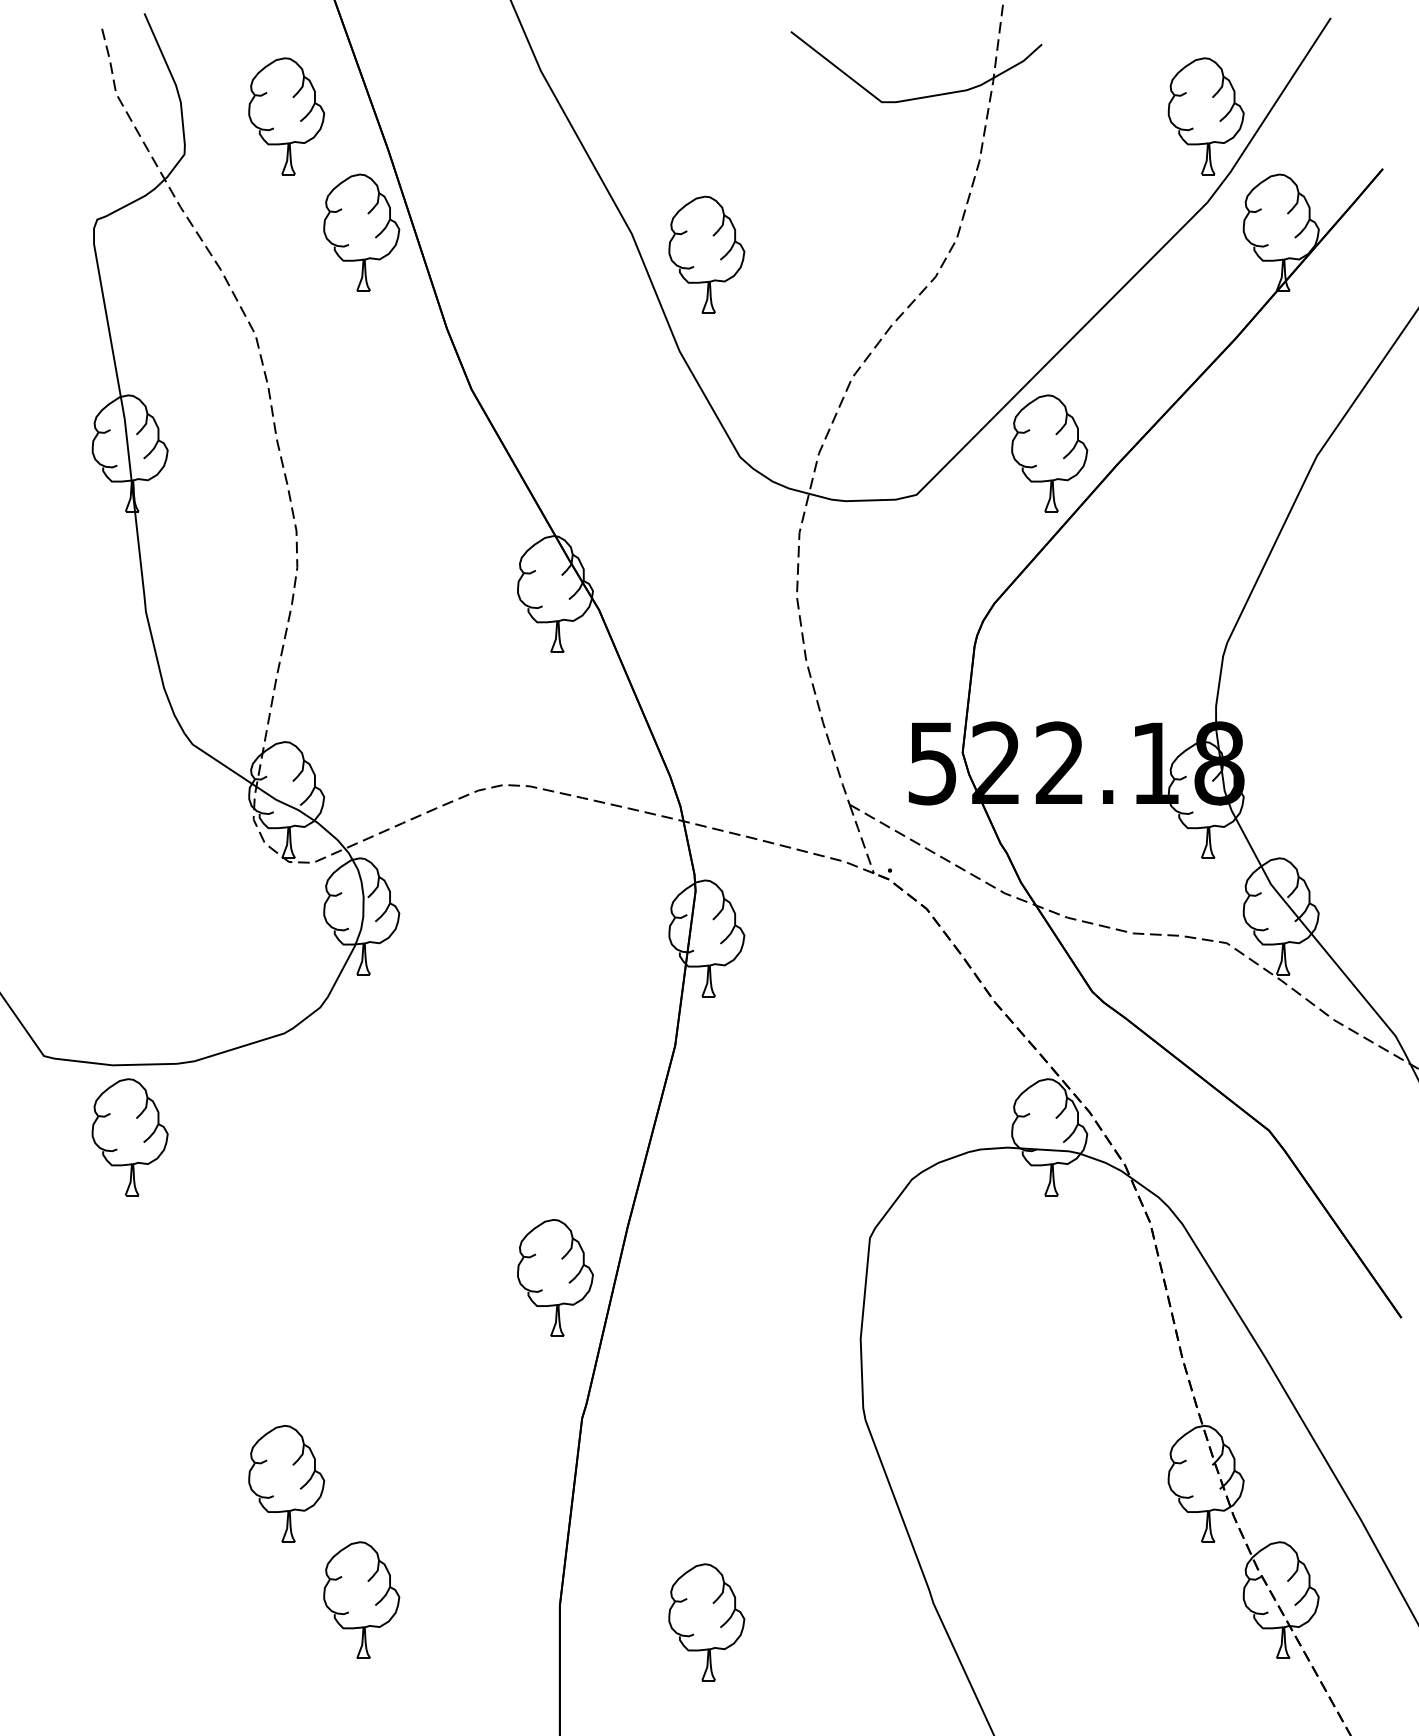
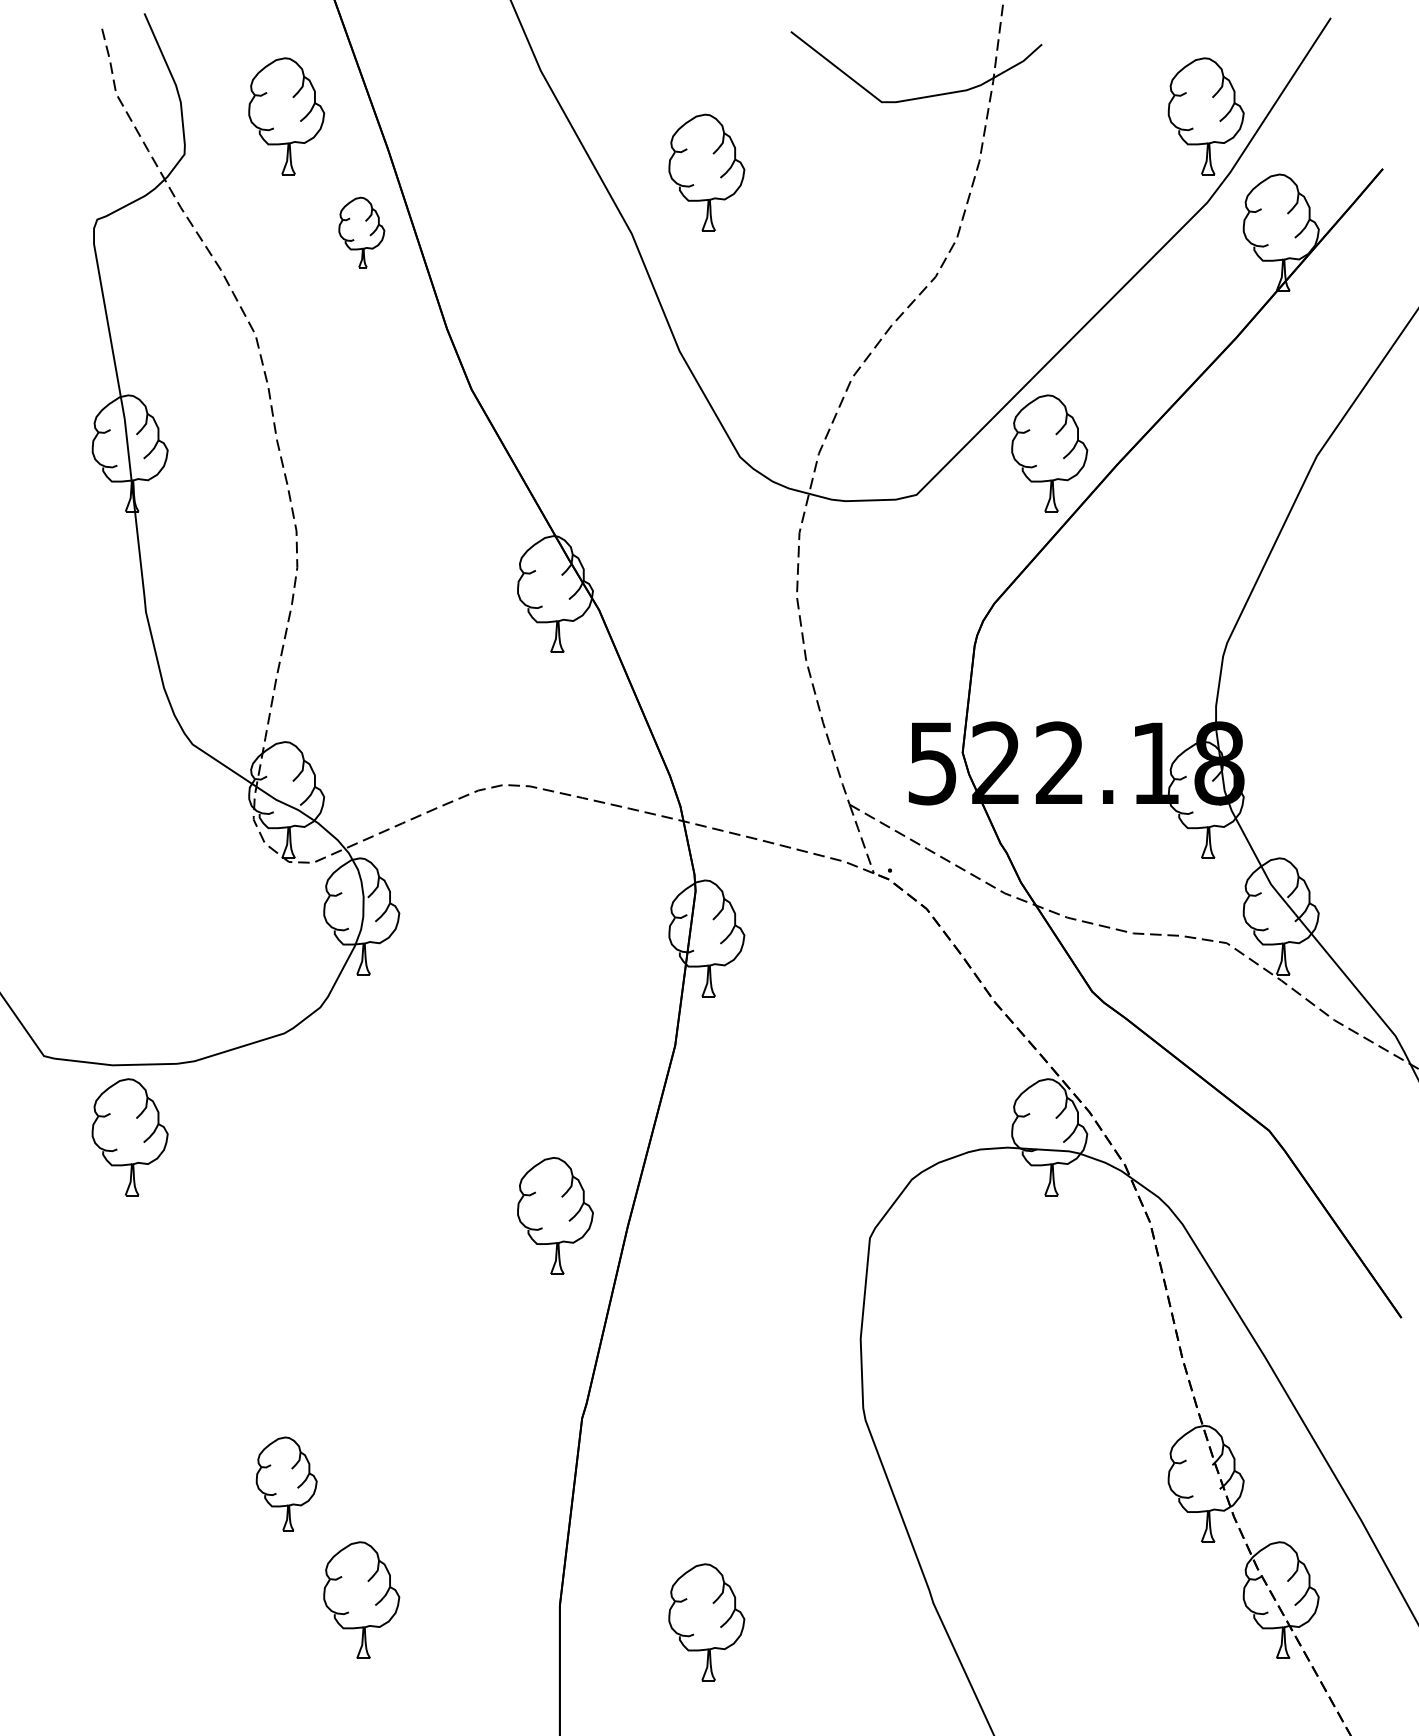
part at (361, 232) size: 78x119 px -> 48x73 px
part at (706, 254) position: (706, 254) -> (706, 172)
part at (555, 1277) position: (555, 1277) -> (555, 1215)
part at (286, 1483) size: 78x118 px -> 63x96 px
